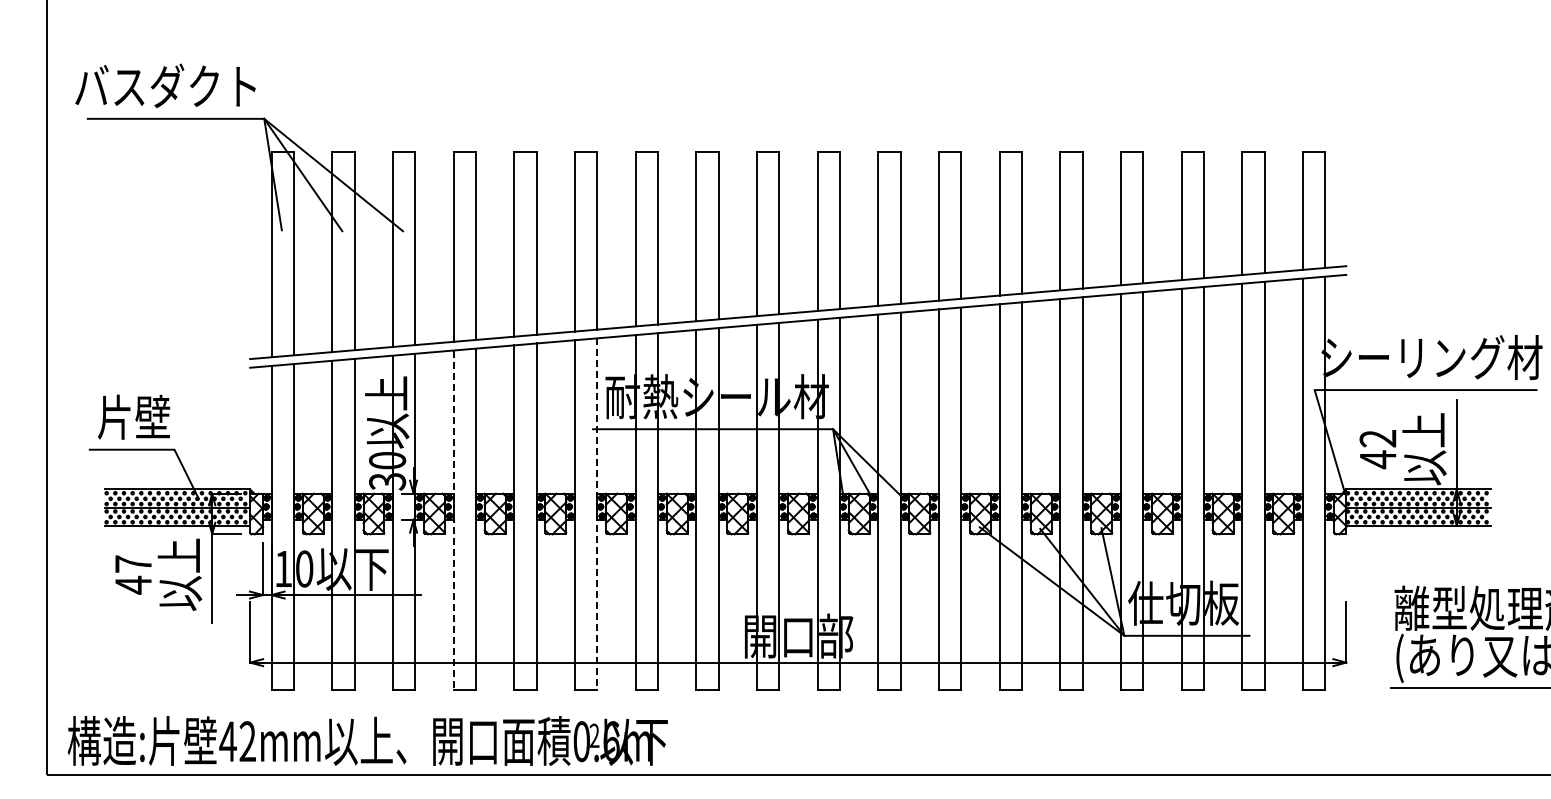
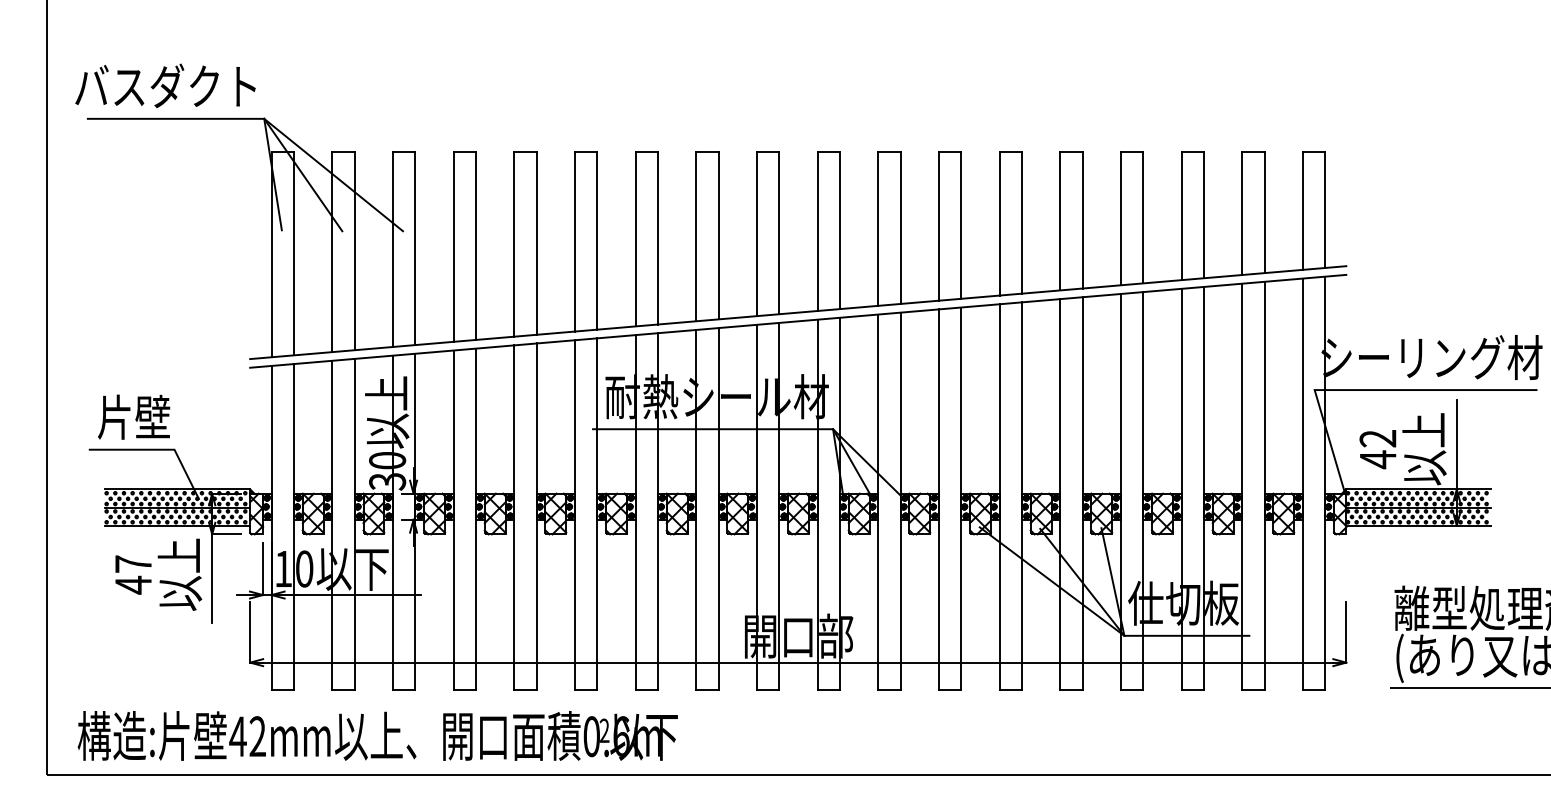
line at (597, 513): dashed -> solid
line at (453, 520): dashed -> solid
text at (367, 740) position: (367, 740) -> (377, 735)
